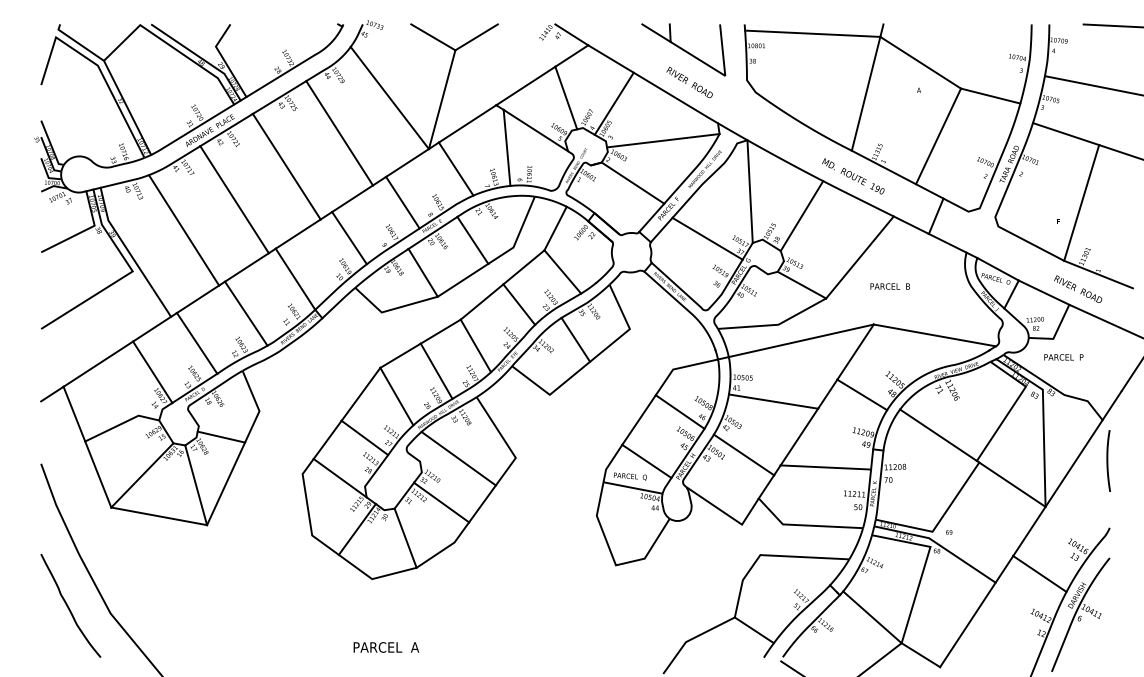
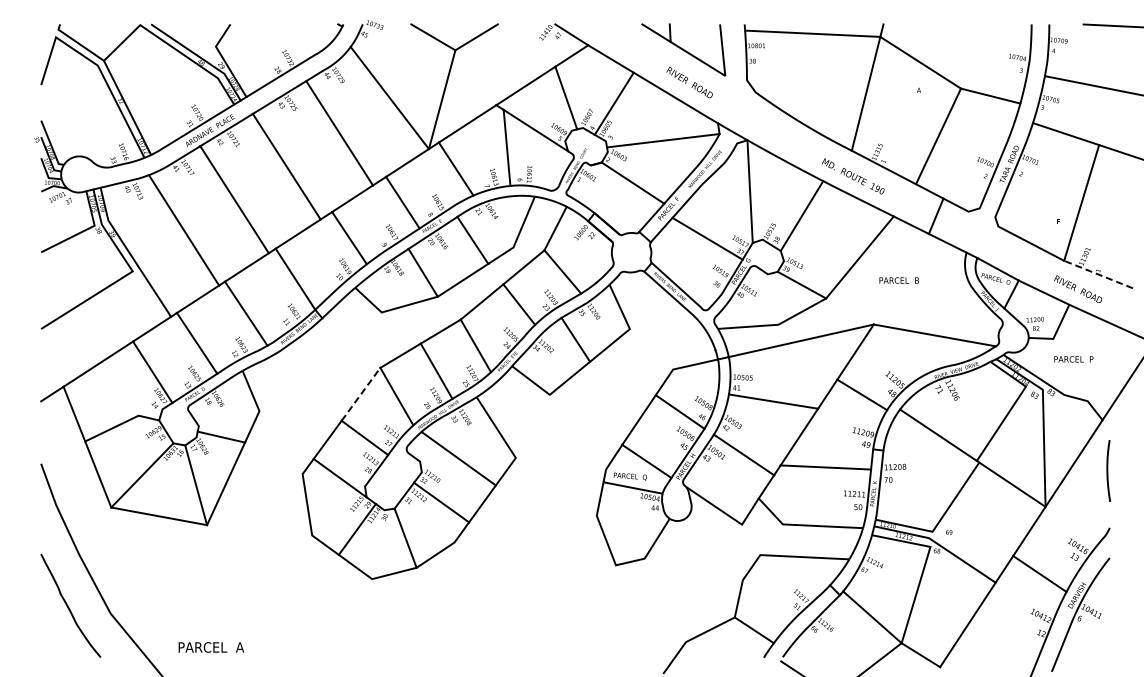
line at (1098, 274): solid -> dashed
text at (889, 286) position: (889, 286) -> (898, 280)
text at (1063, 357) position: (1063, 357) -> (1073, 359)
line at (361, 394): solid -> dashed
curve at (1108, 460) position: (1108, 460) -> (1108, 470)
text at (386, 647) position: (386, 647) -> (211, 647)
